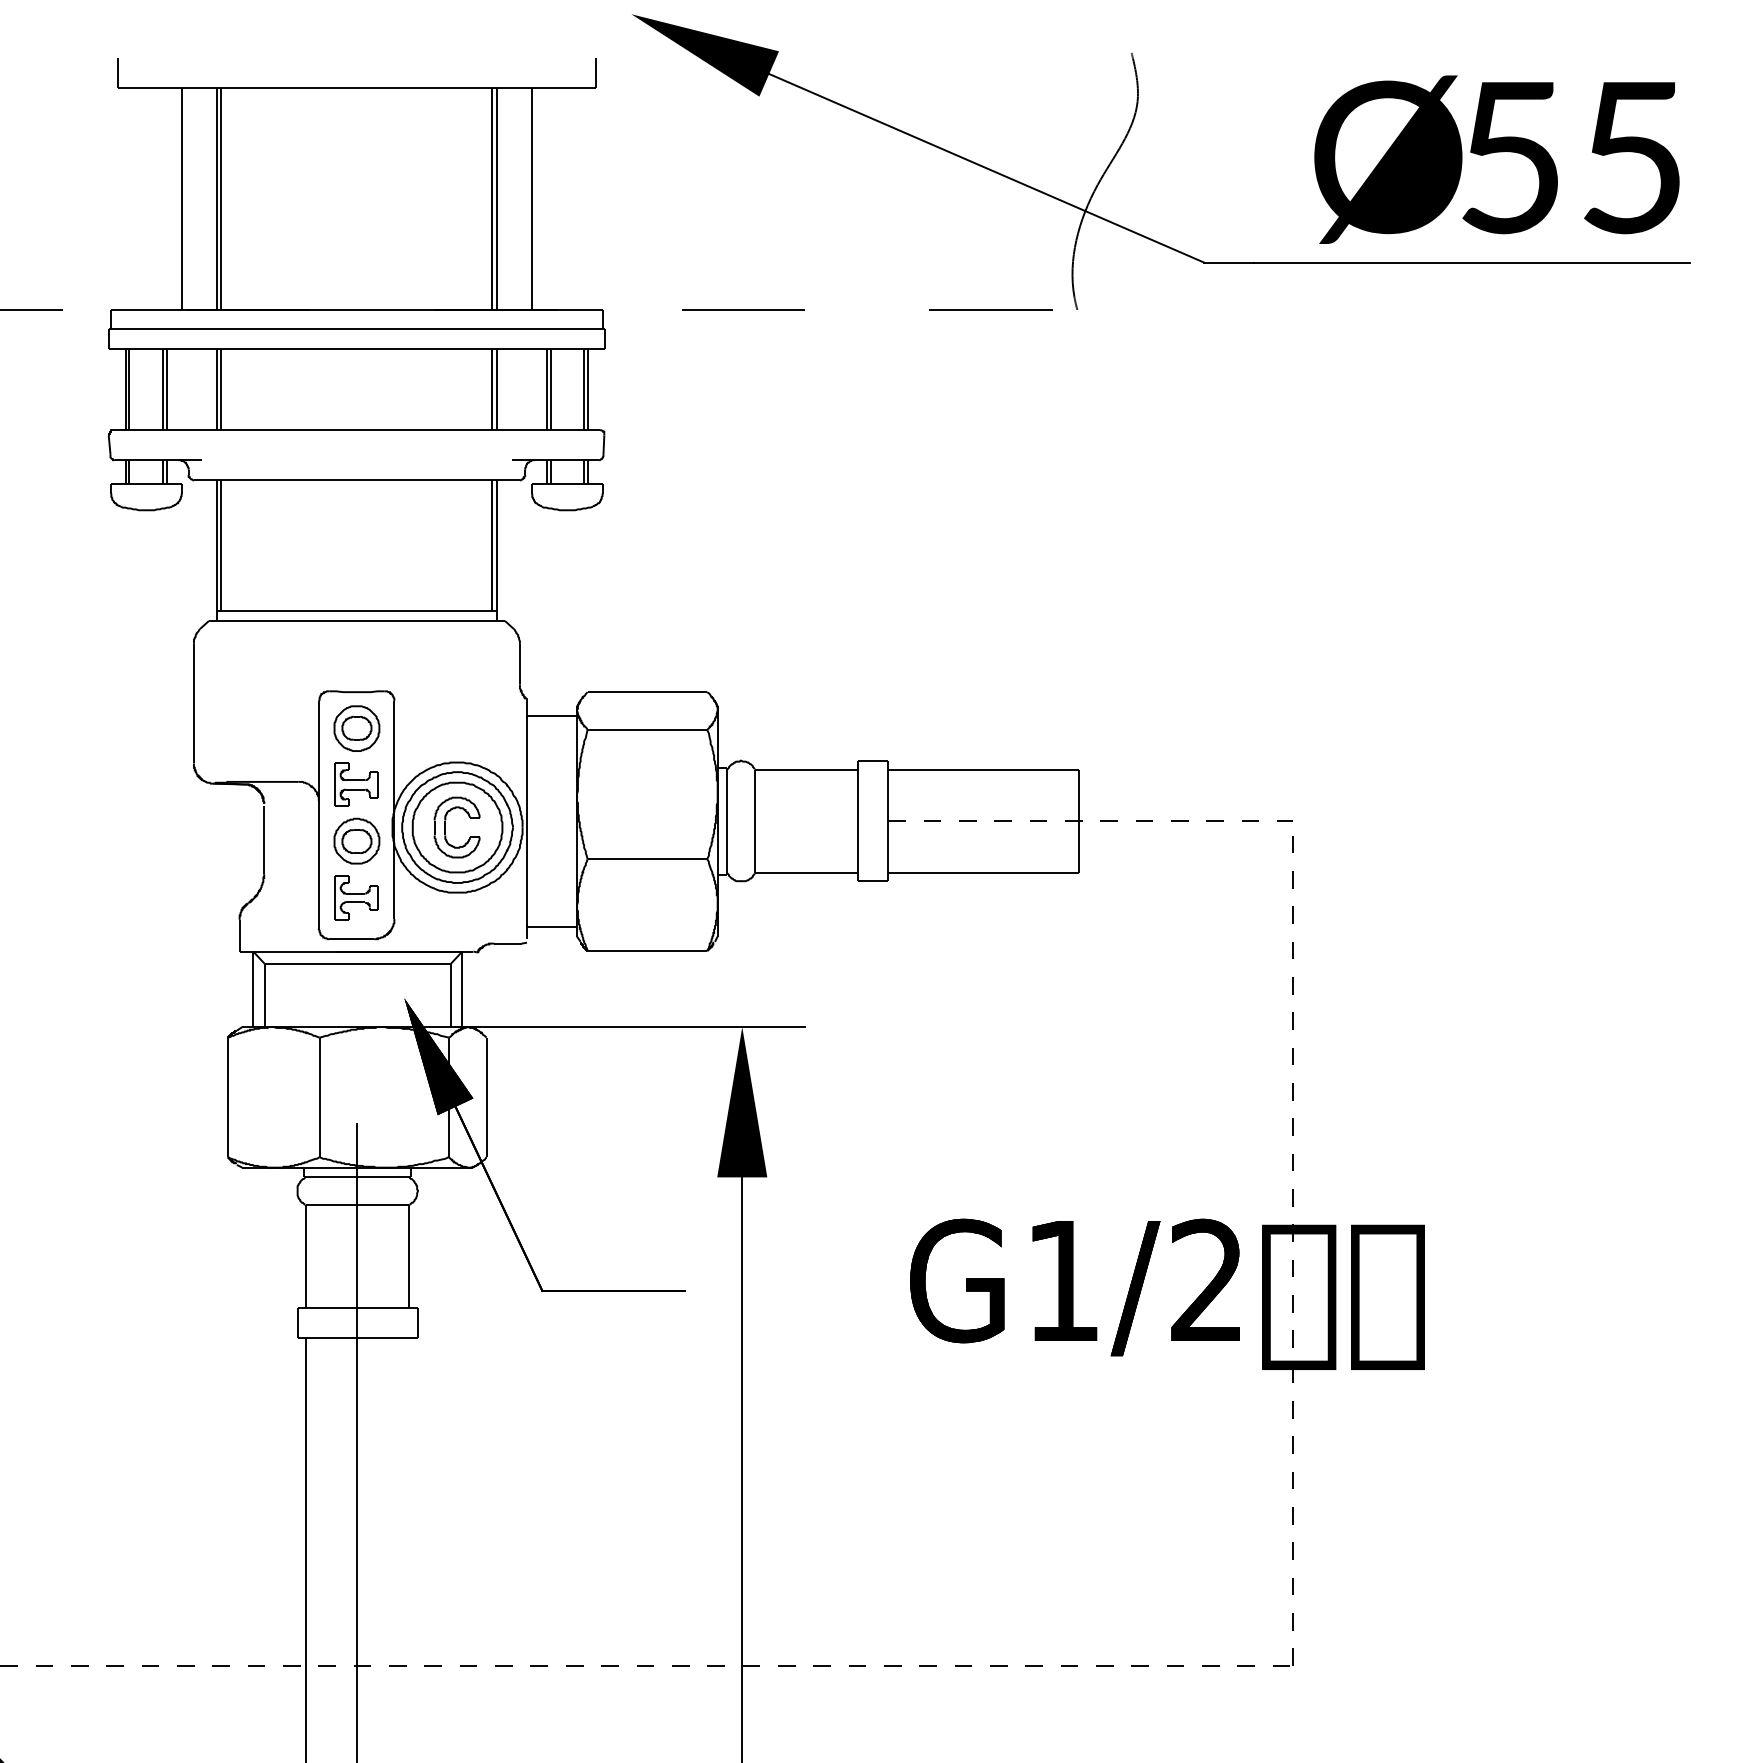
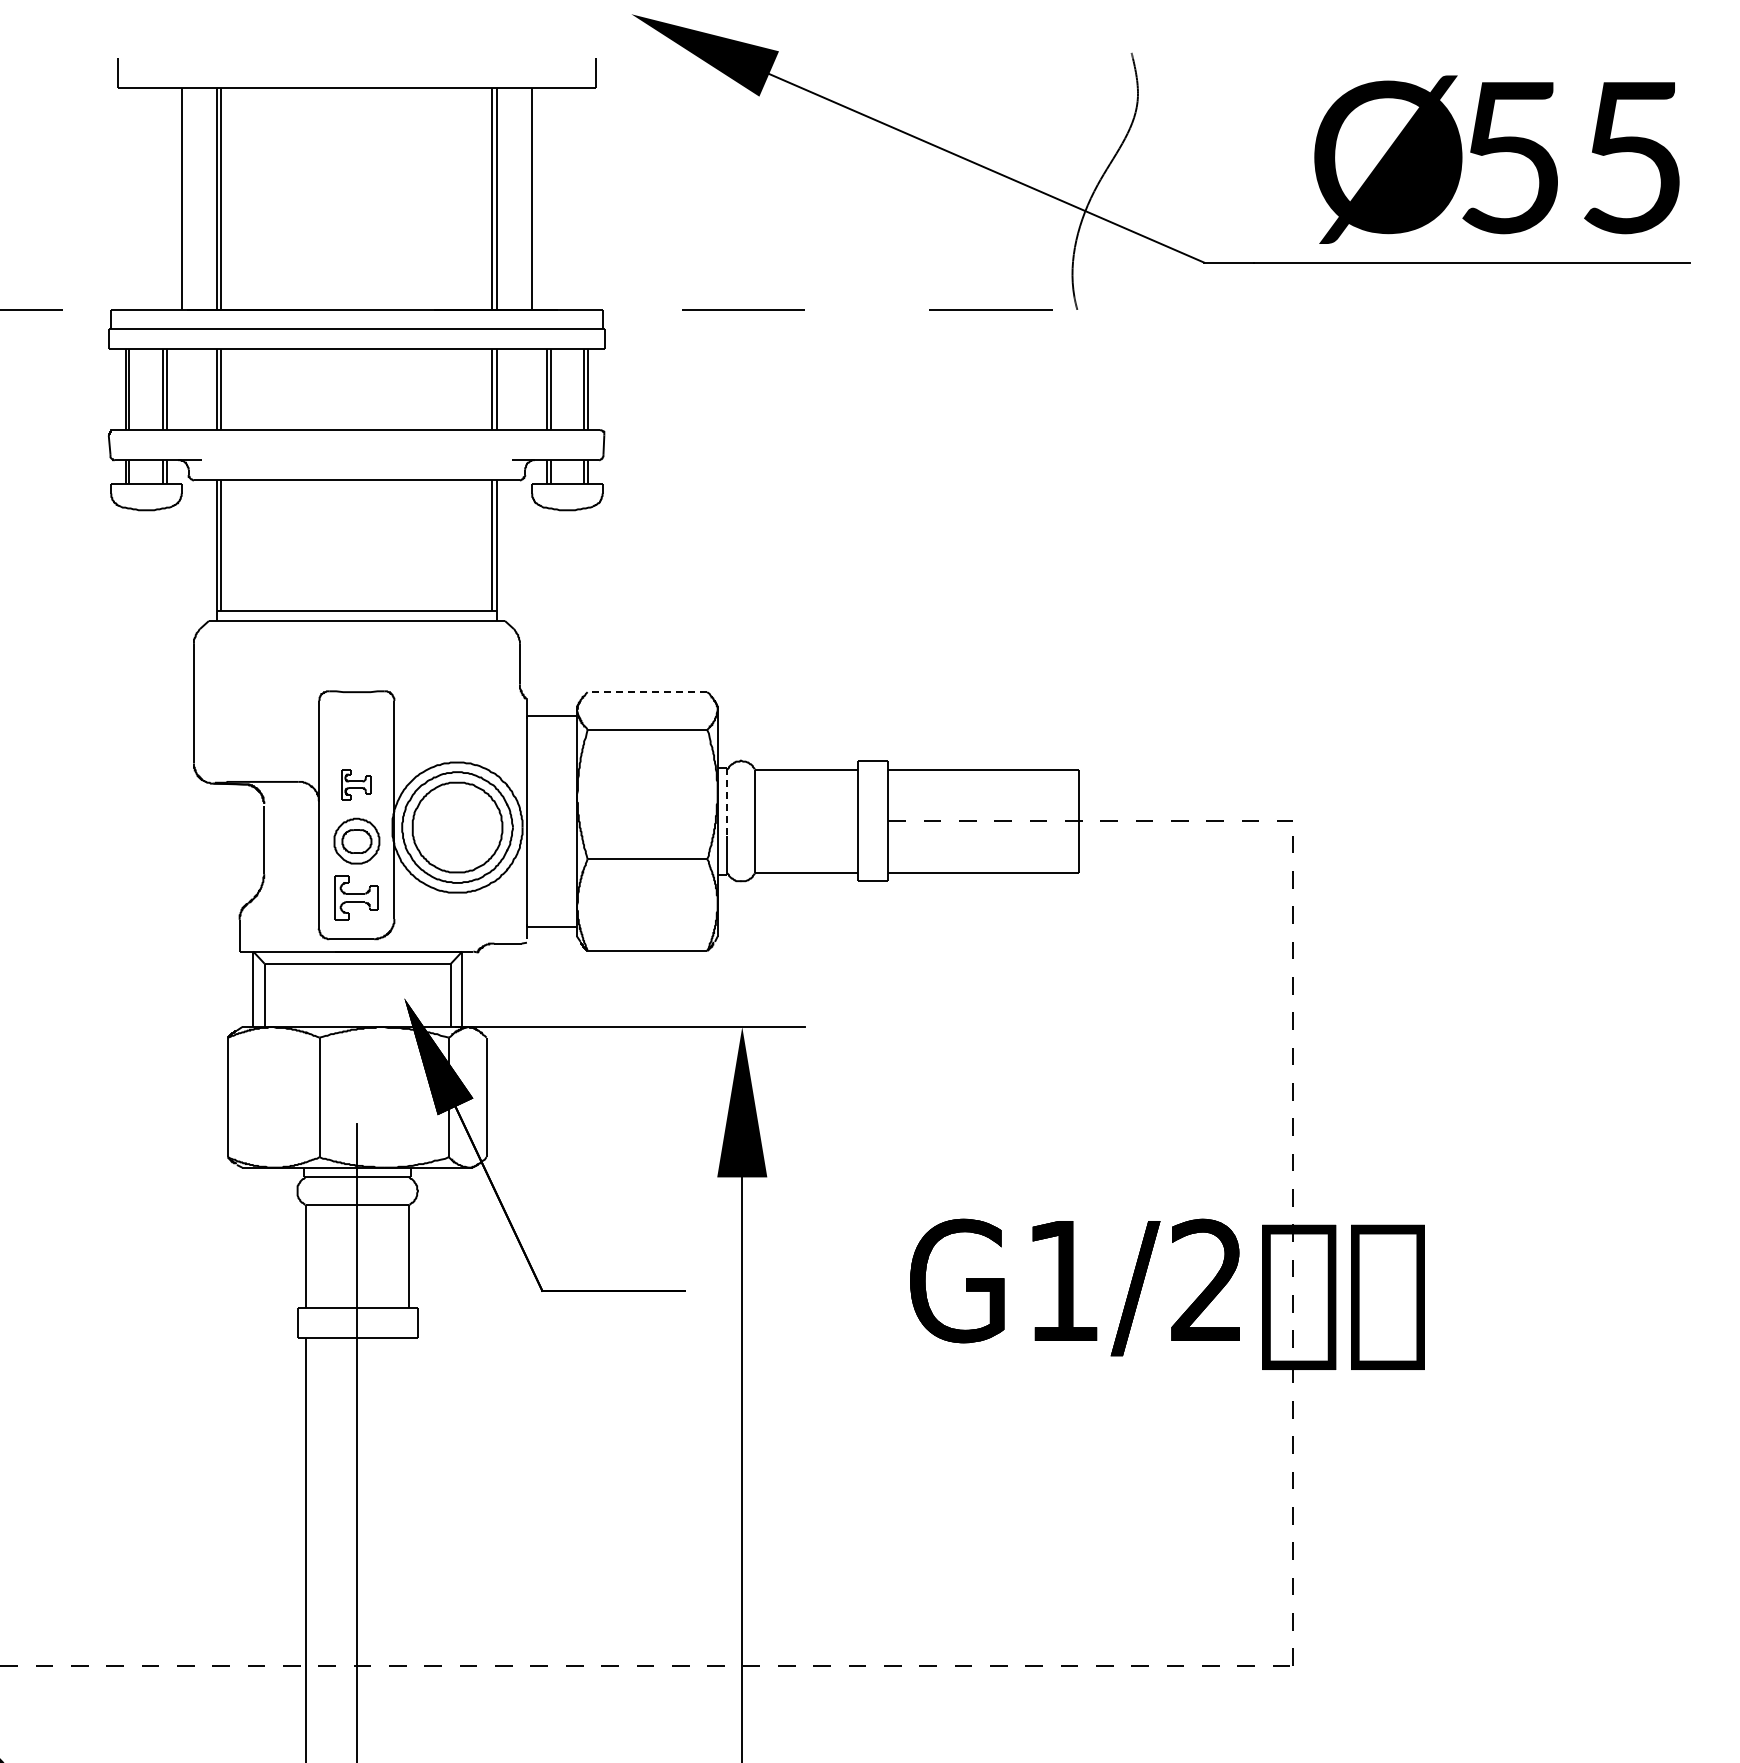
line at (647, 692): solid -> dashed
part at (356, 728): present -> none
part at (356, 784) size: 45x45 px -> 31x32 px
line at (727, 802): solid -> dashed
part at (445, 827): present -> none
